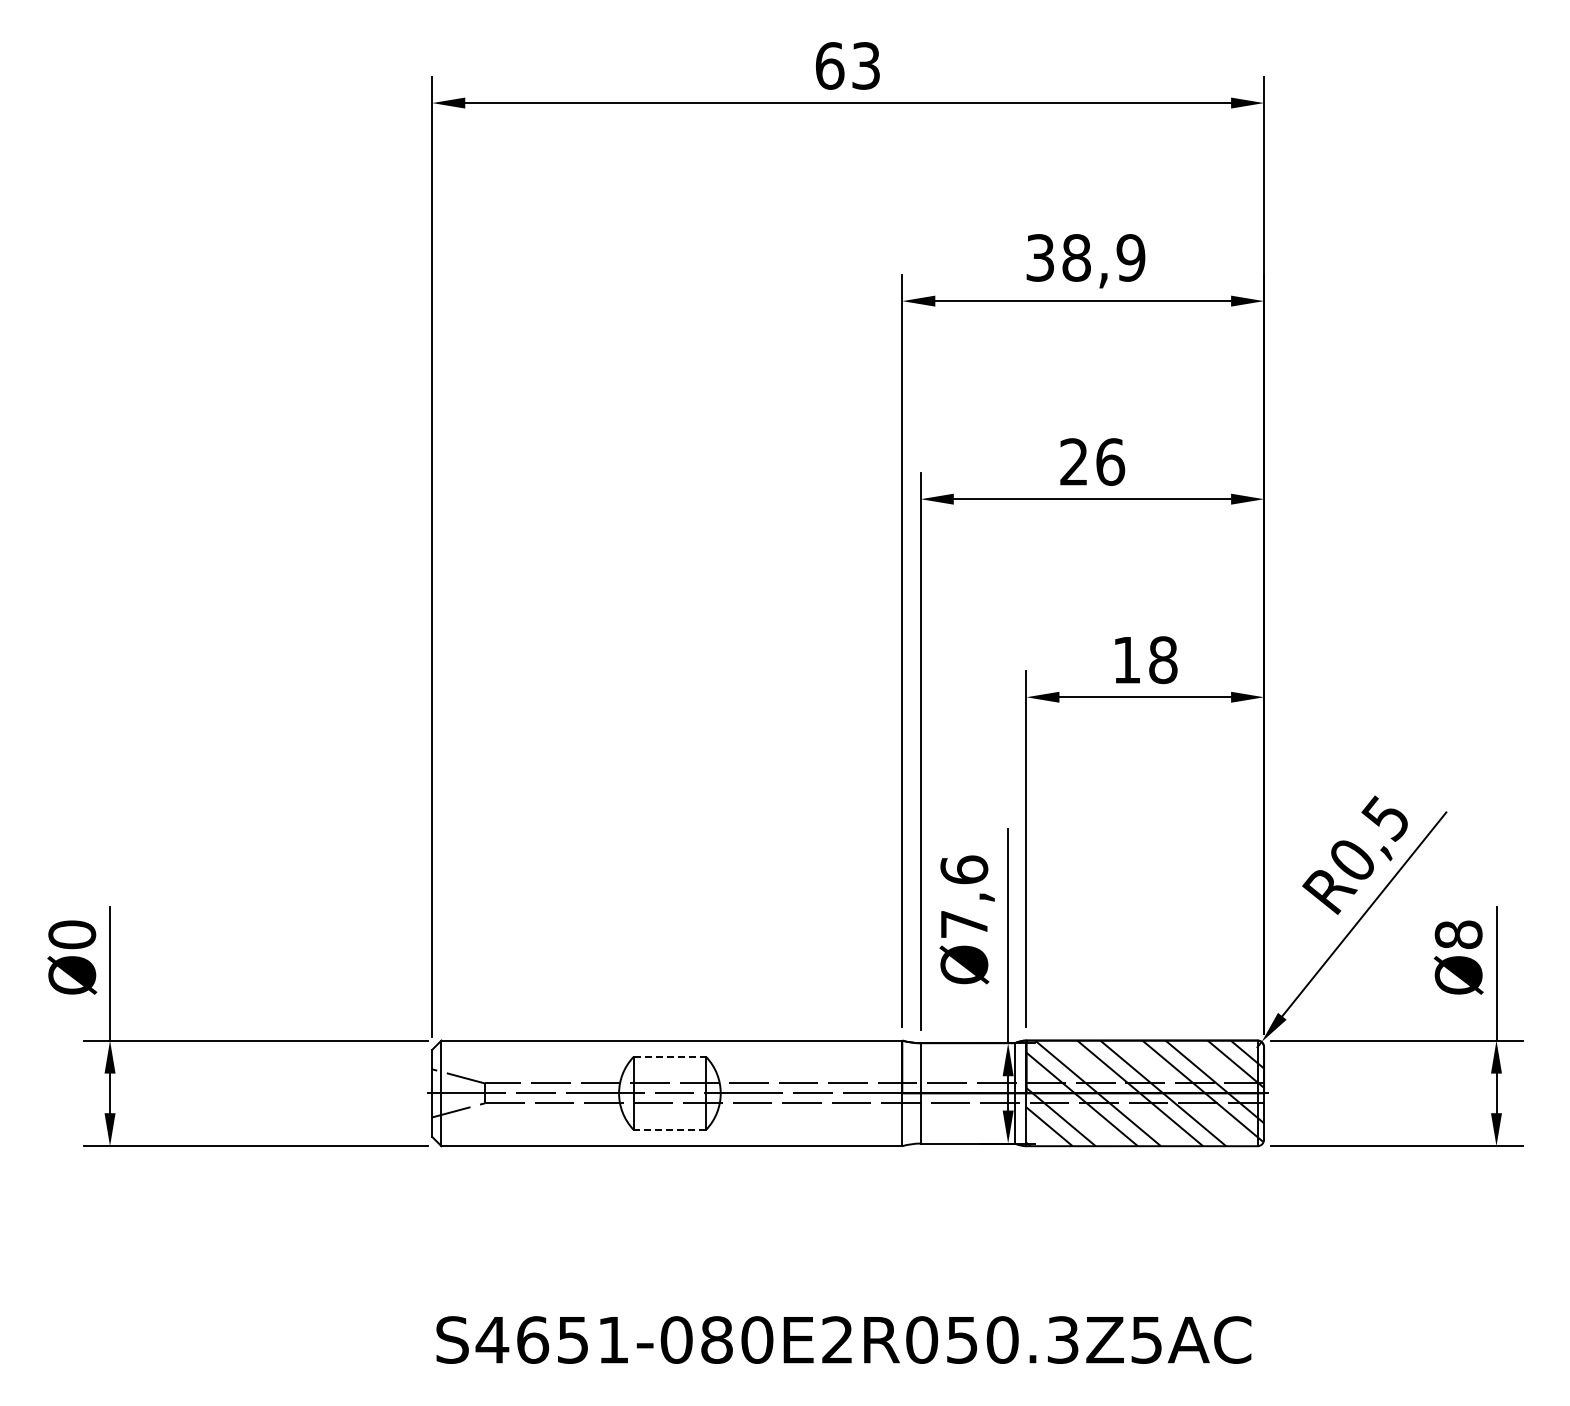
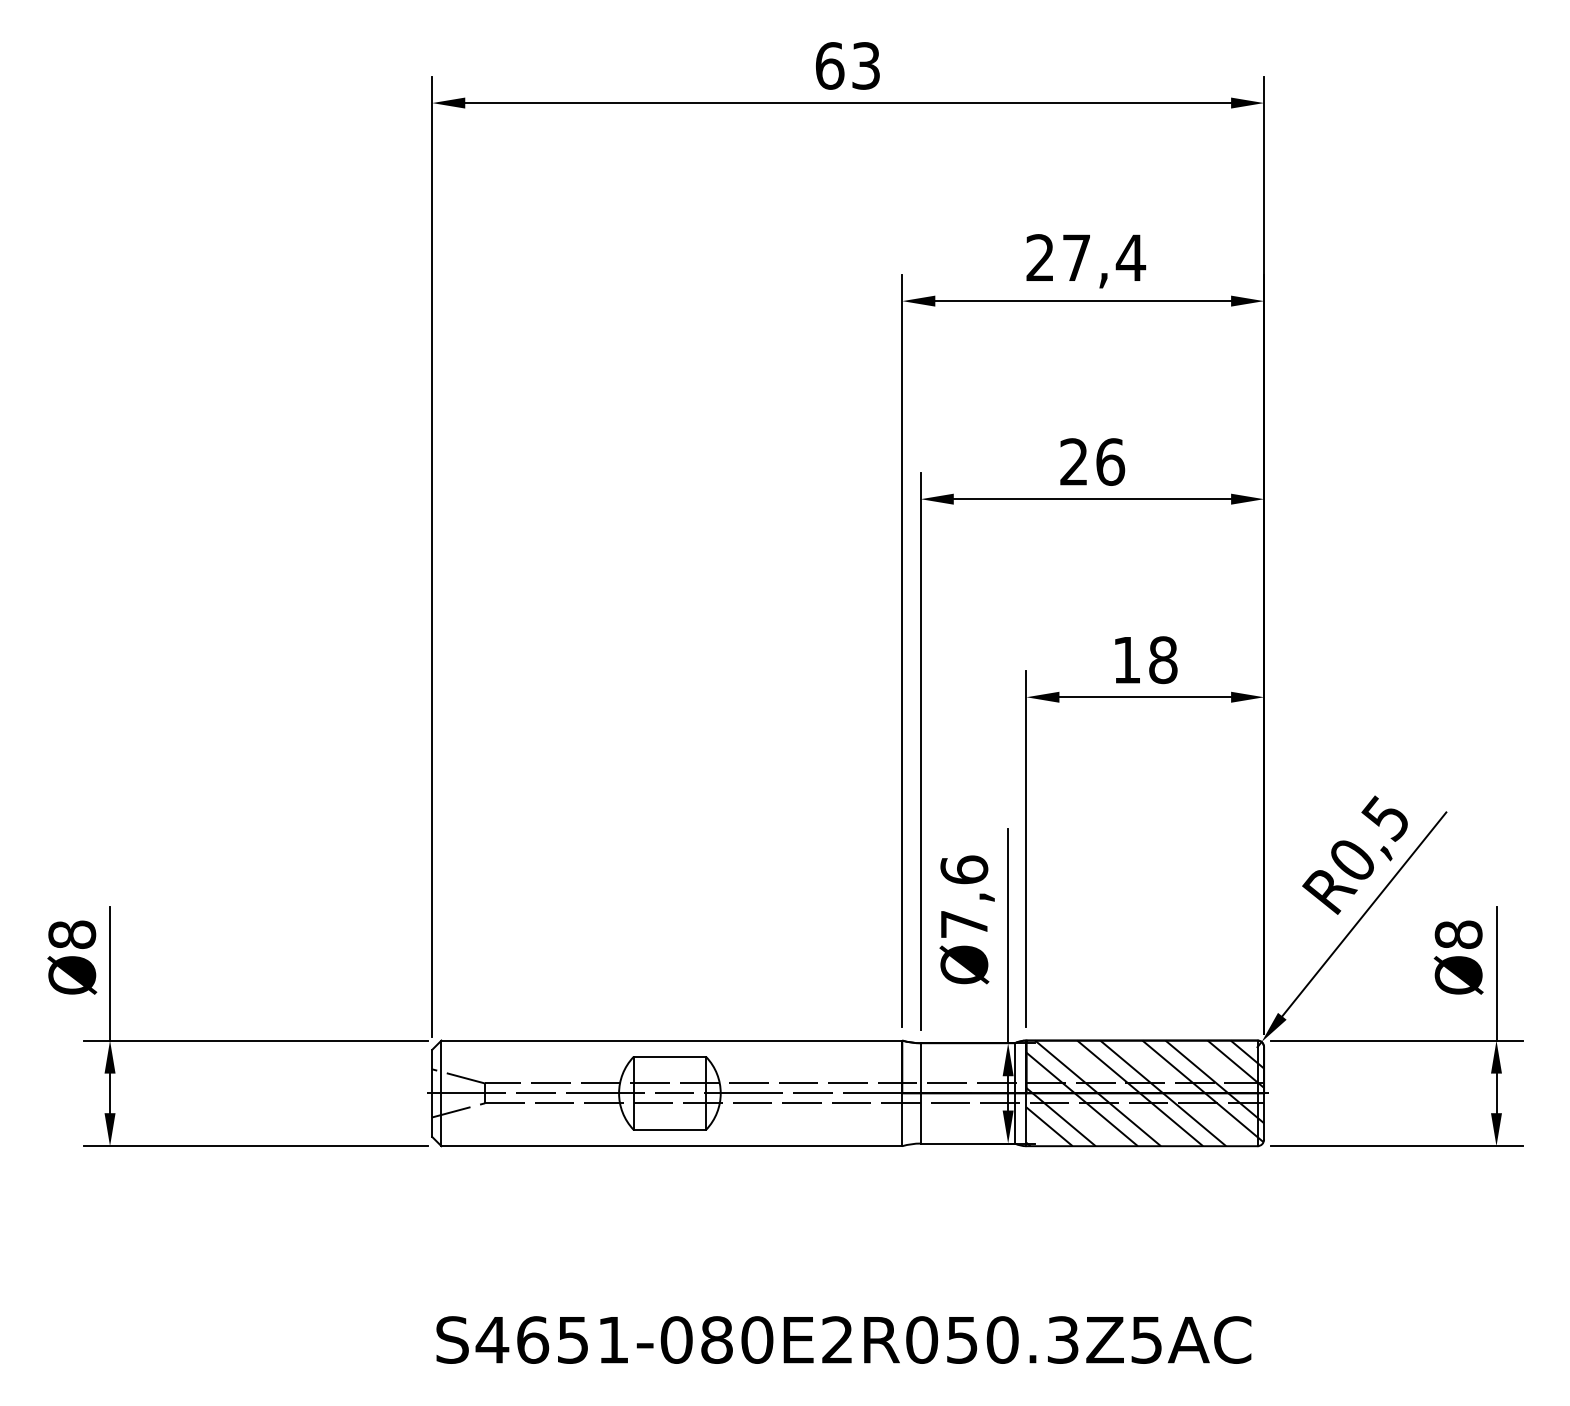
text at (1086, 257): 38,9 -> 27,4
text at (71, 934): Ø0 -> Ø8
line at (670, 1057): dashed -> solid
line at (669, 1129): dashed -> solid
